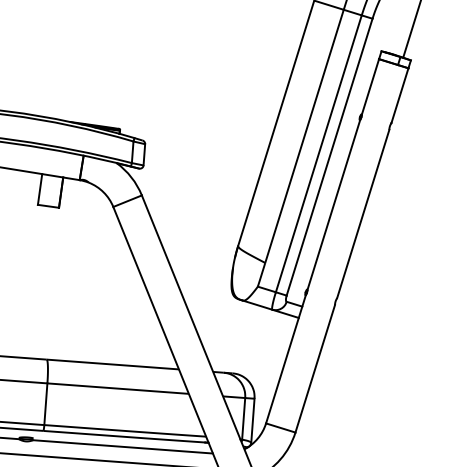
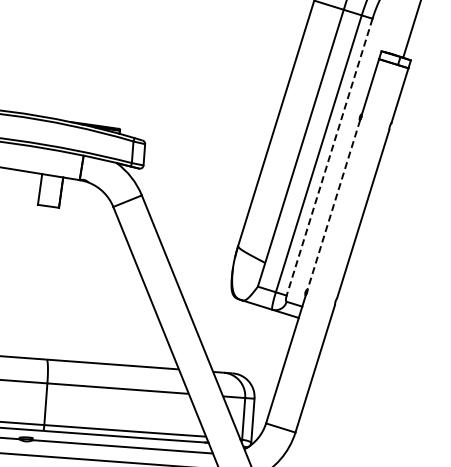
line at (329, 157): solid -> dashed
line at (333, 204): solid -> dashed
